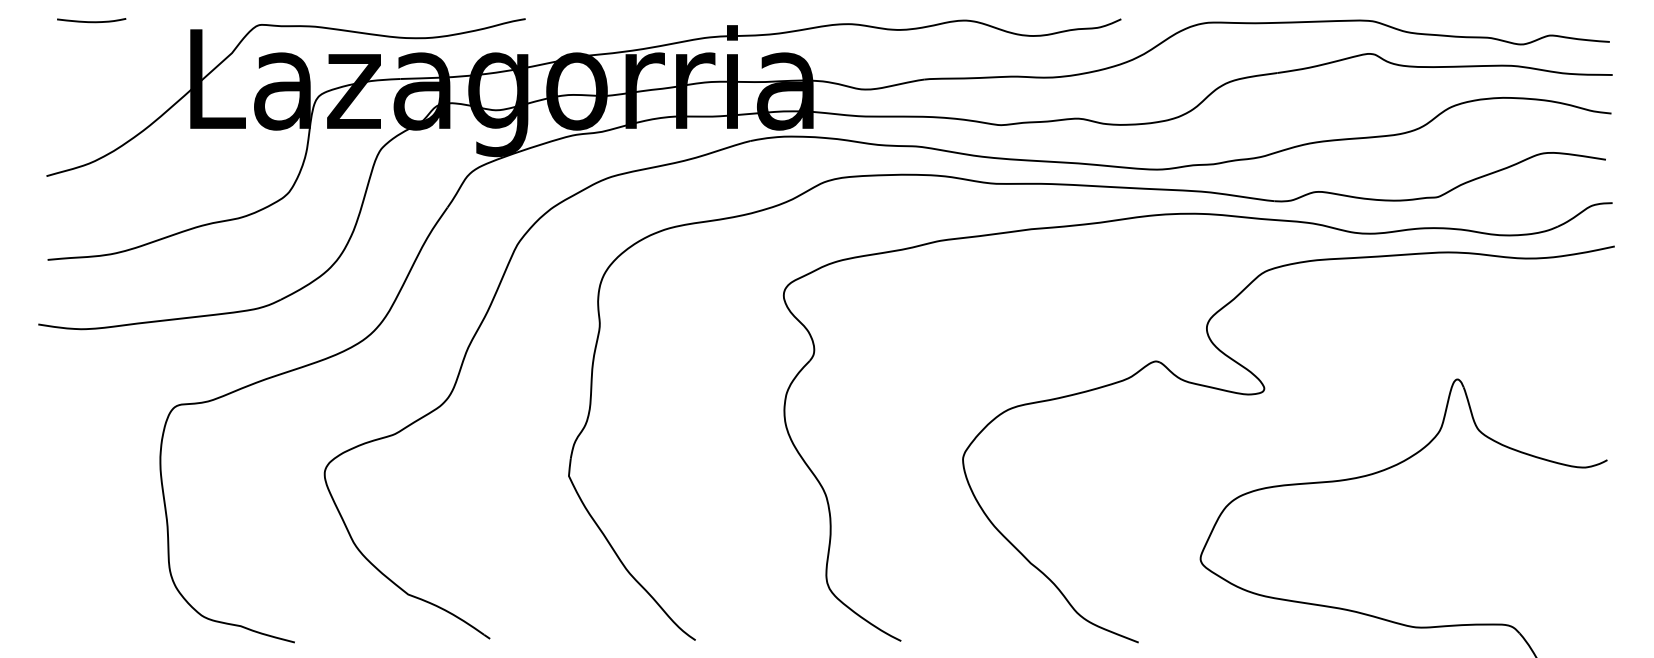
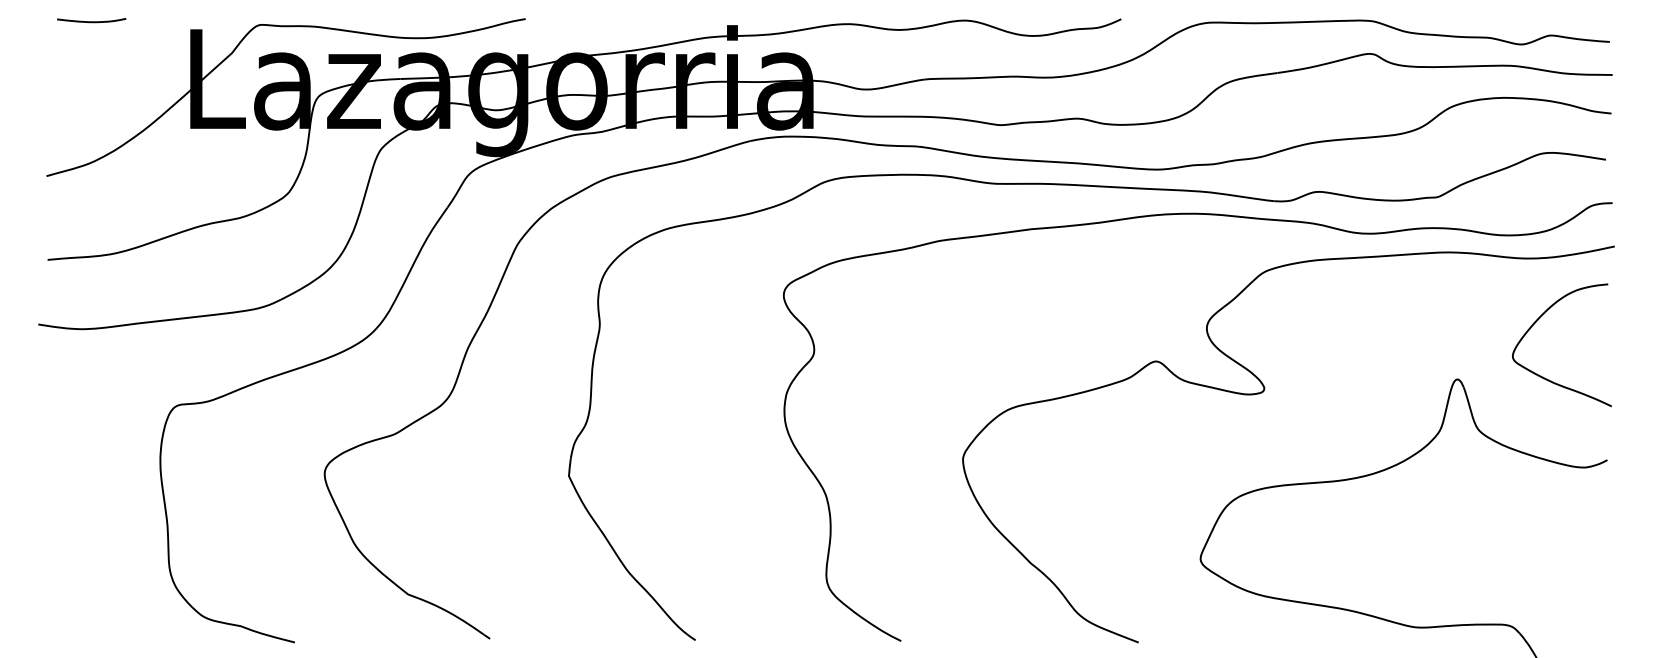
curve at (1537, 321): none -> present
